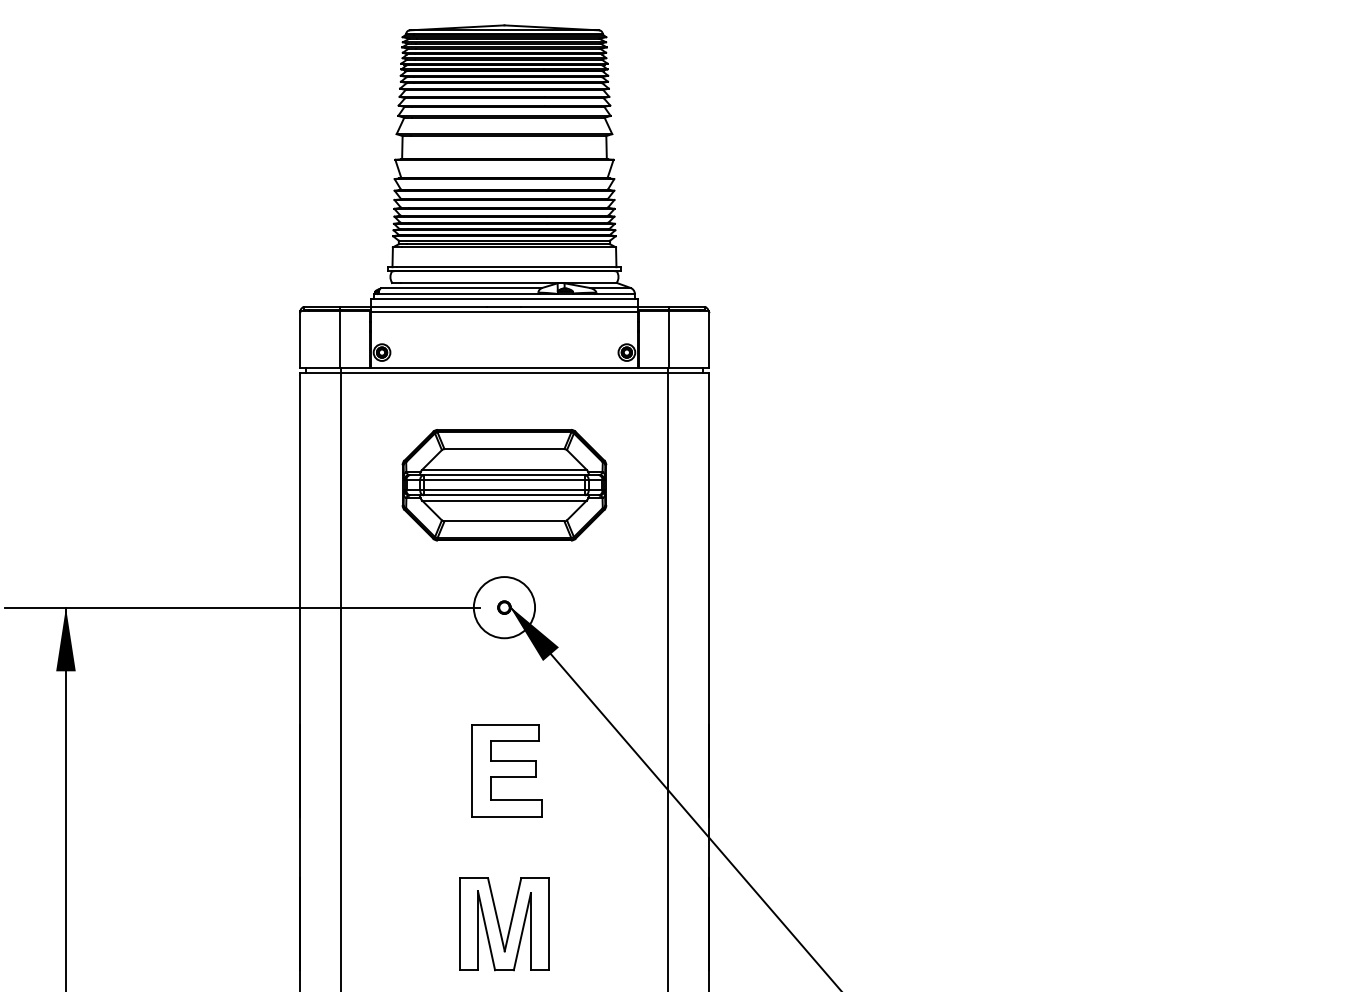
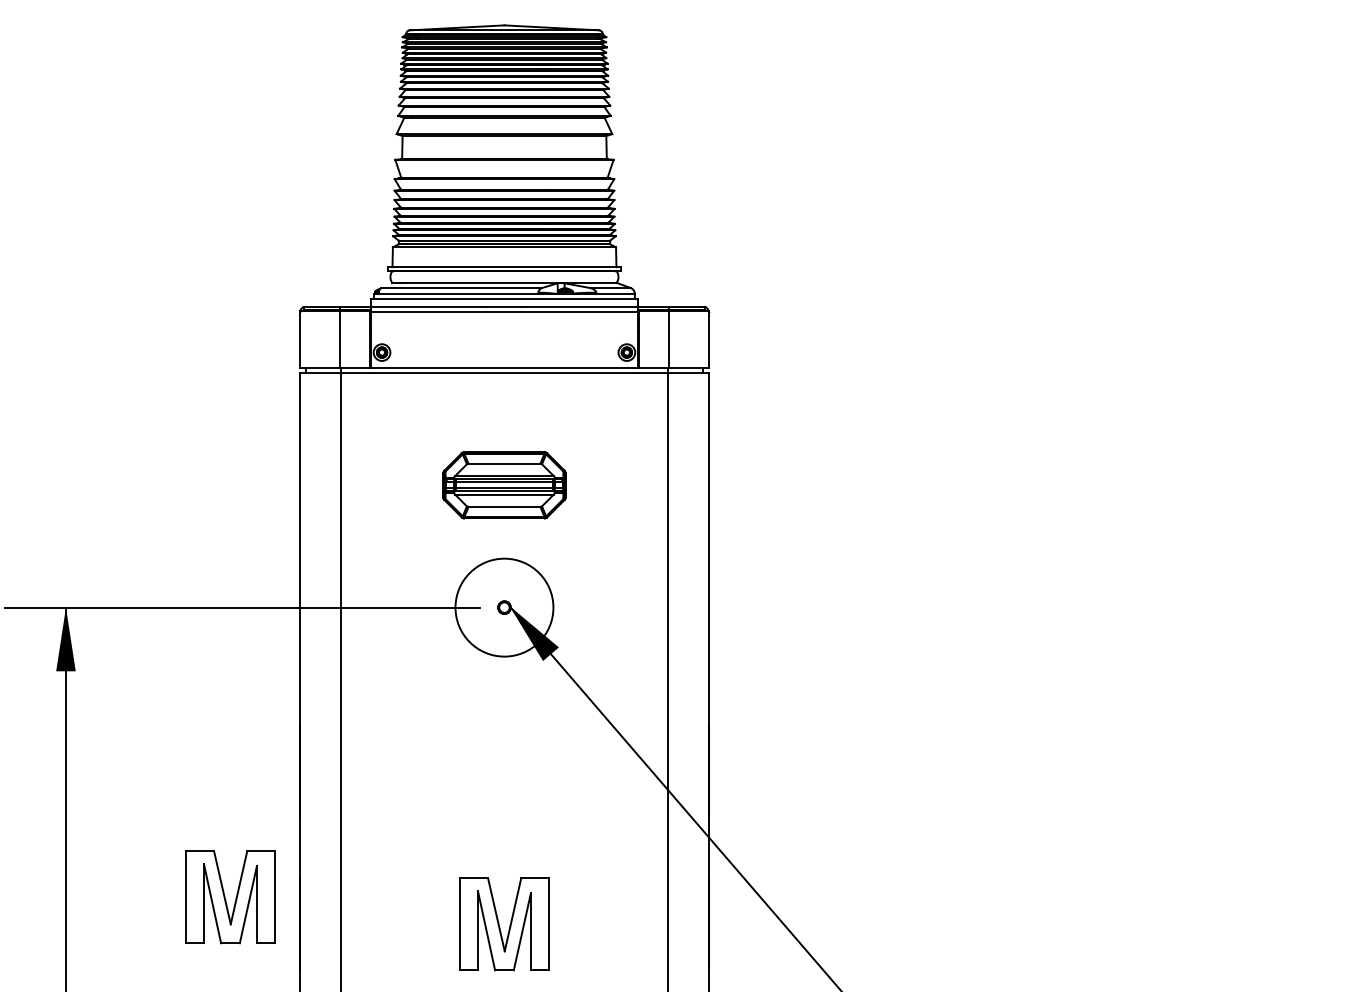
part at (504, 485) size: 207x113 px -> 125x69 px
circle at (504, 607) diameter: 61 px -> 98 px
part at (506, 770): present -> none
part at (230, 897): none -> present
